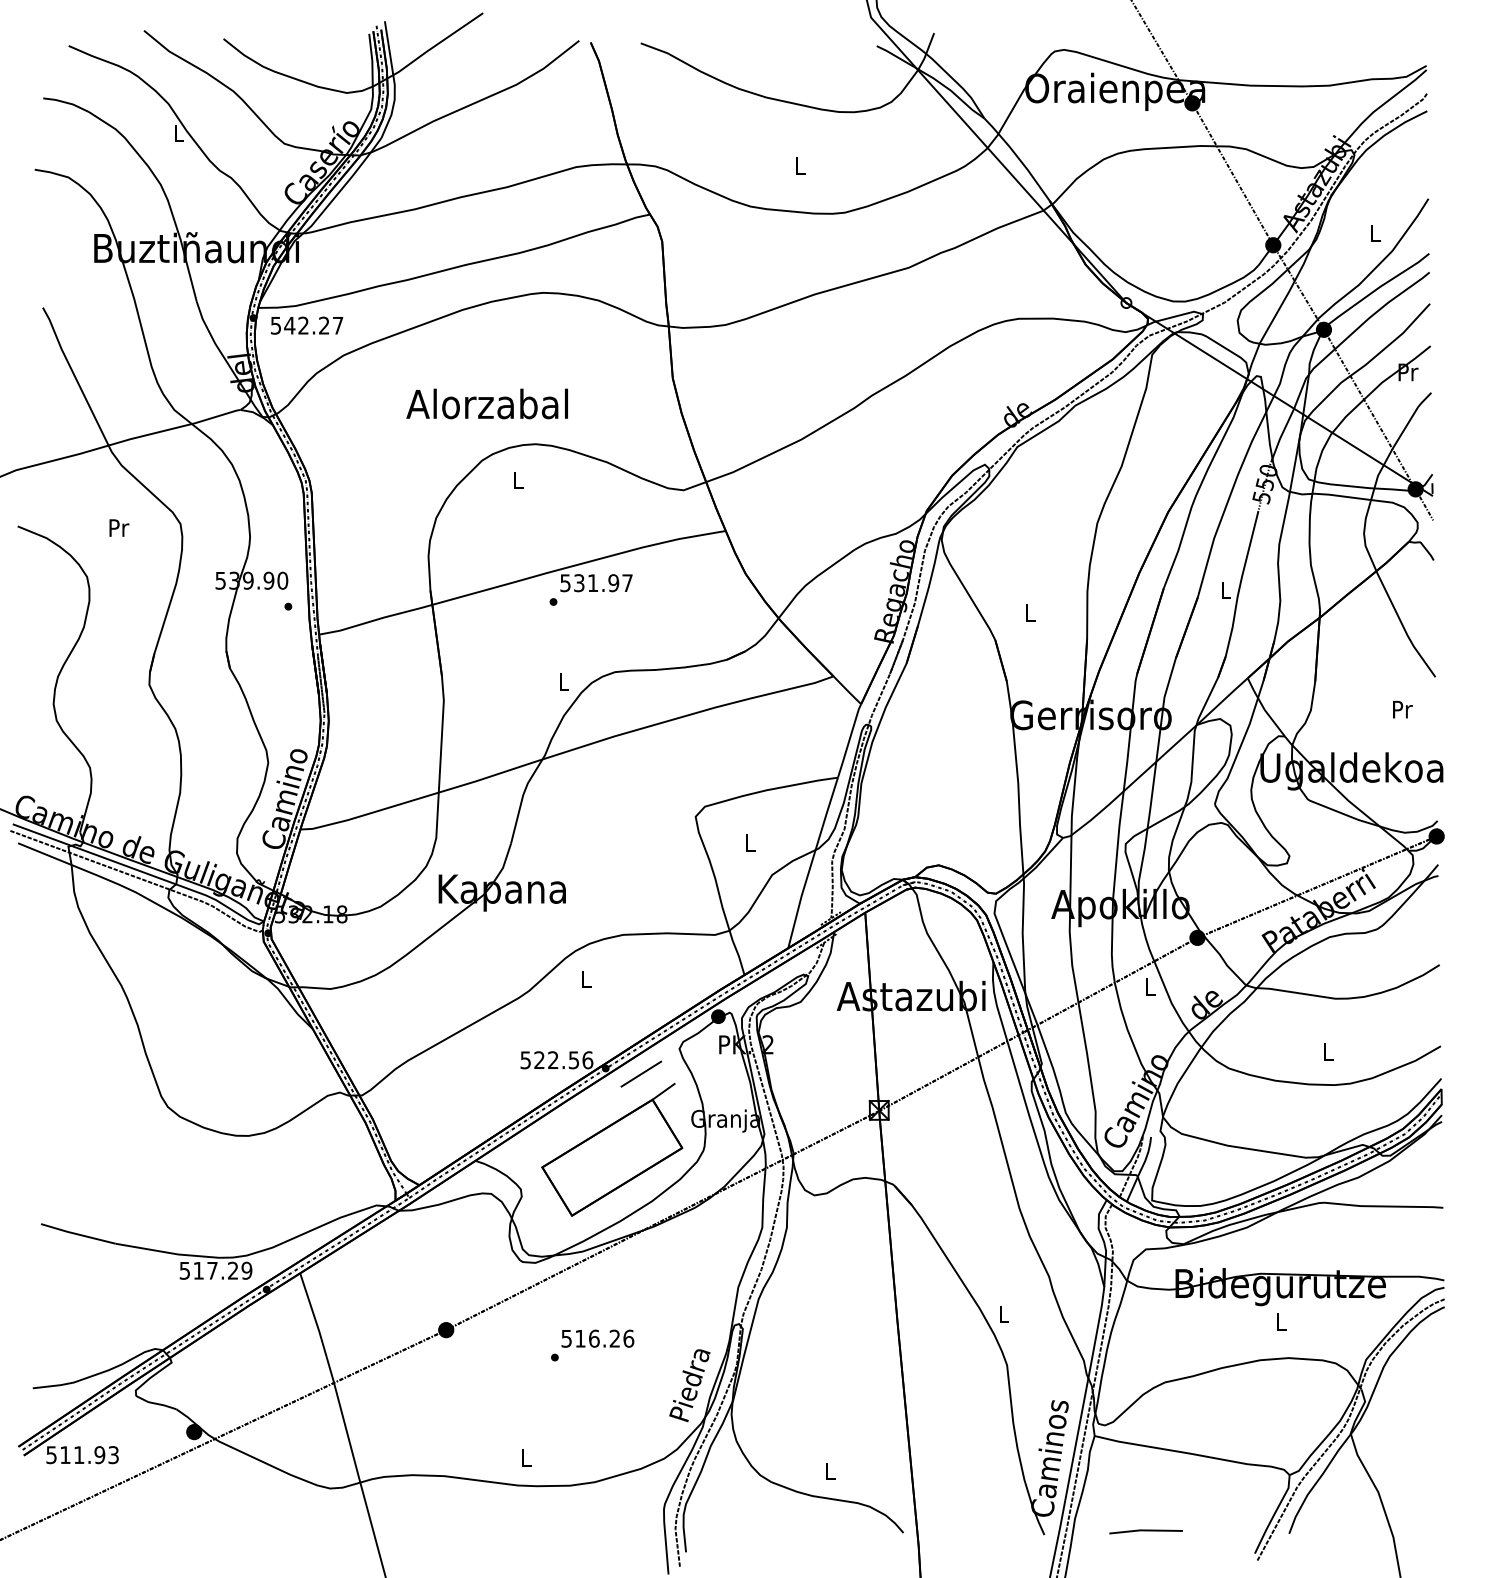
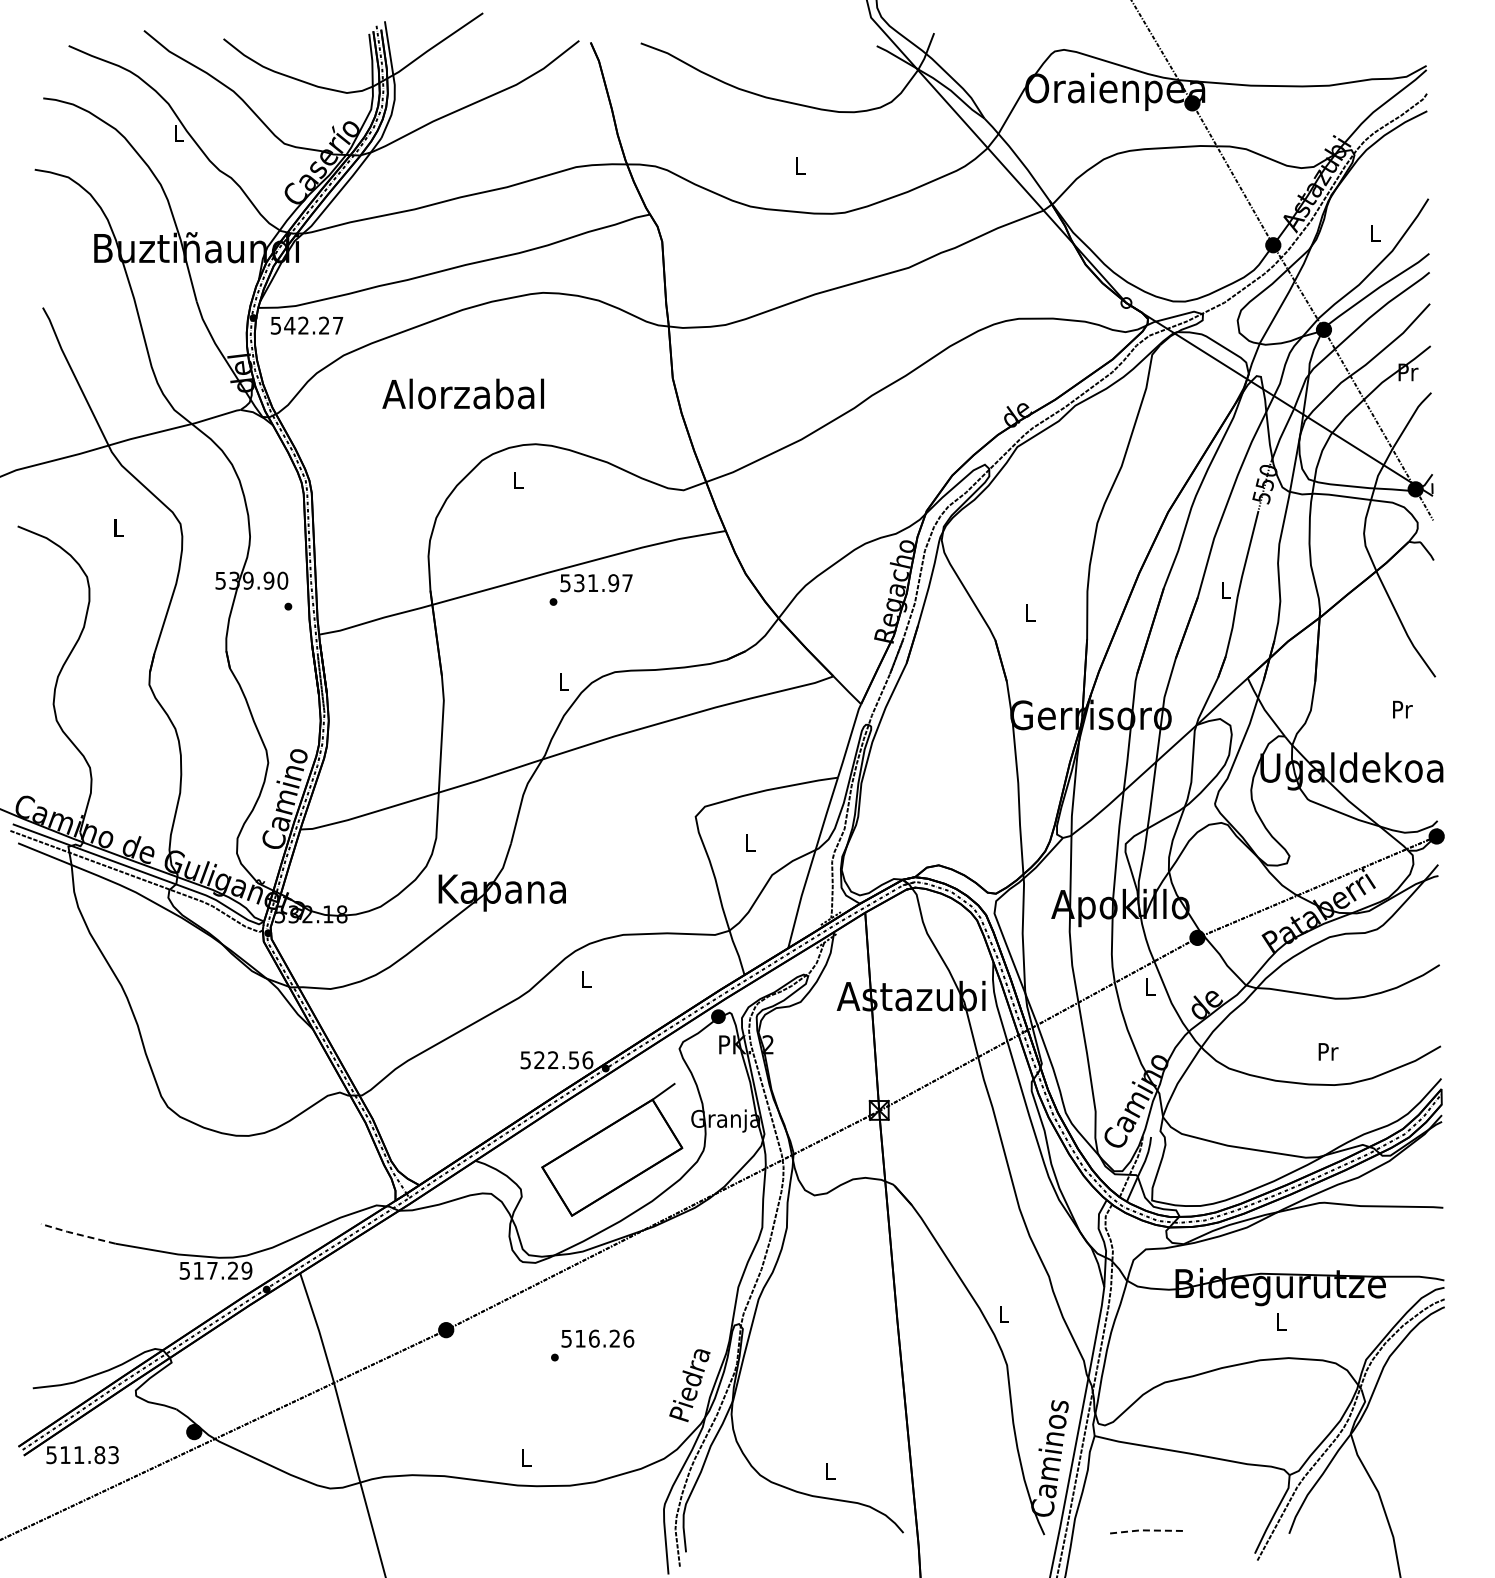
text at (486, 403) position: (486, 403) -> (462, 393)
text at (119, 527): Pr -> L
text at (1328, 1051): L -> Pr
line at (641, 1073): present -> none
line at (77, 1234): solid -> dashed
text at (99, 1455): 511.93 -> 511.83
line at (1145, 1530): solid -> dashed
